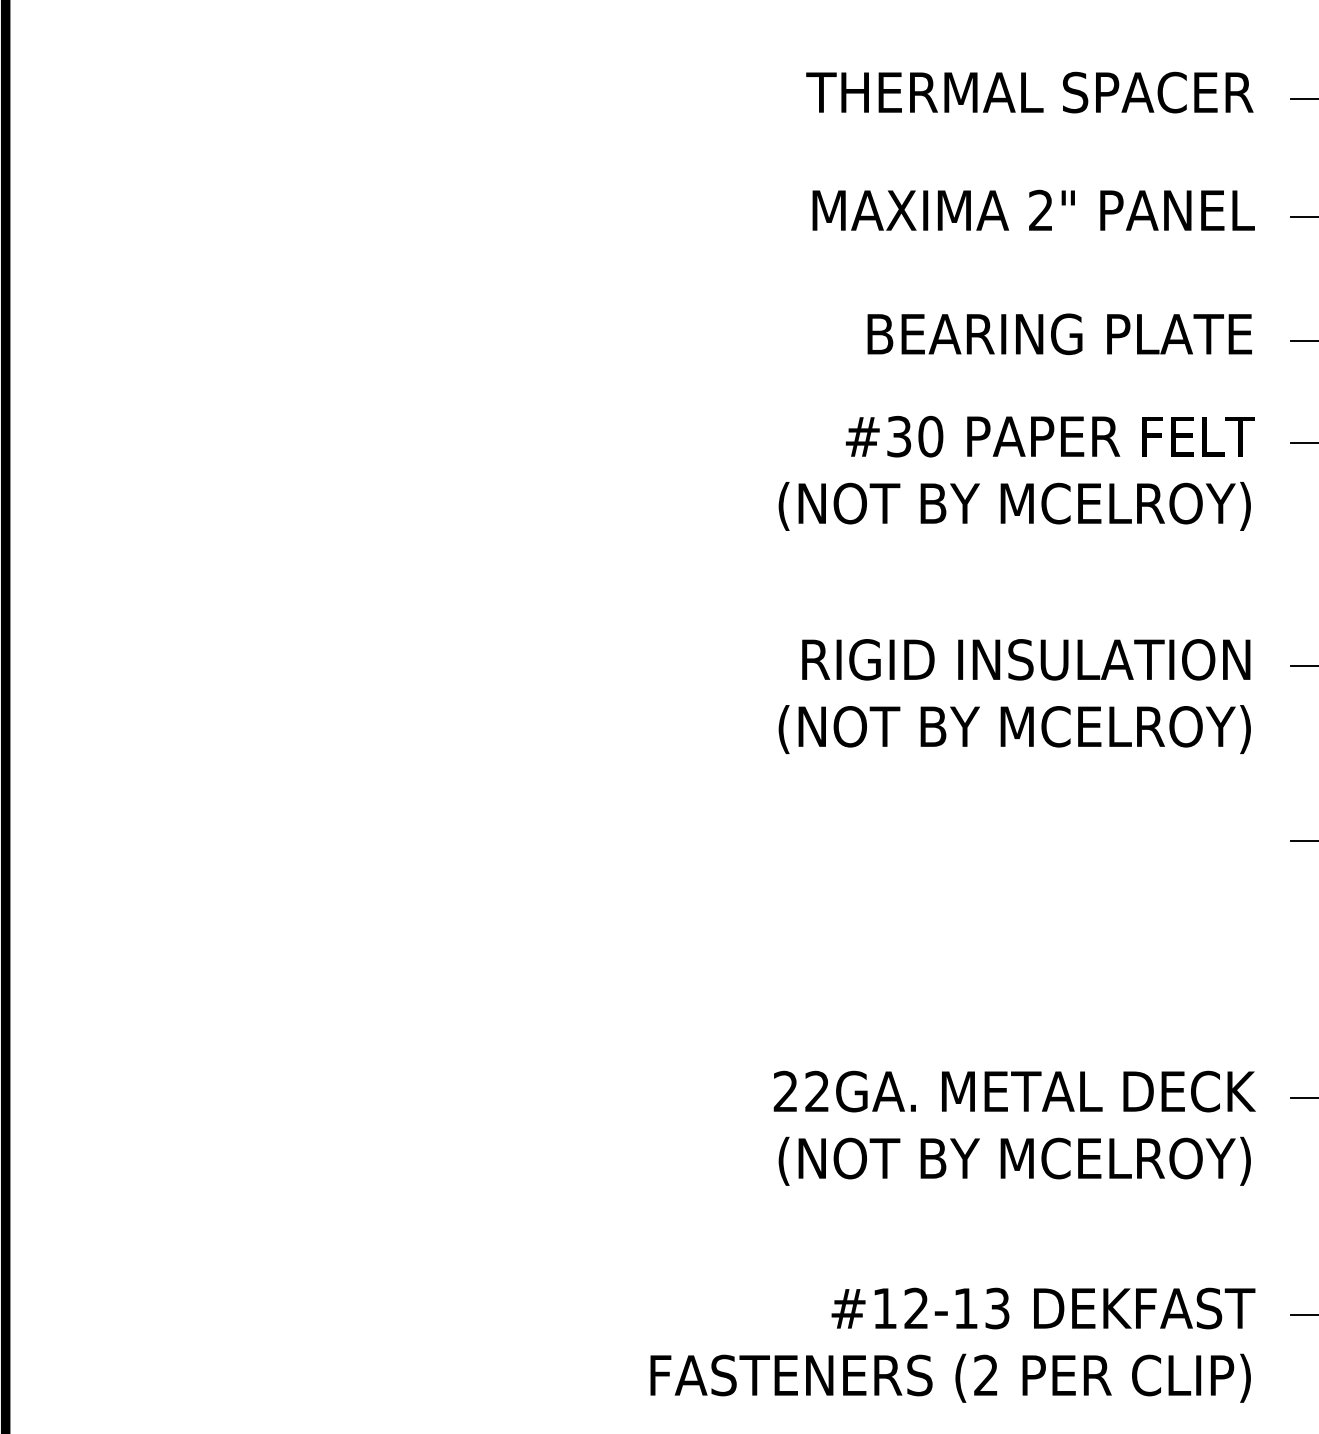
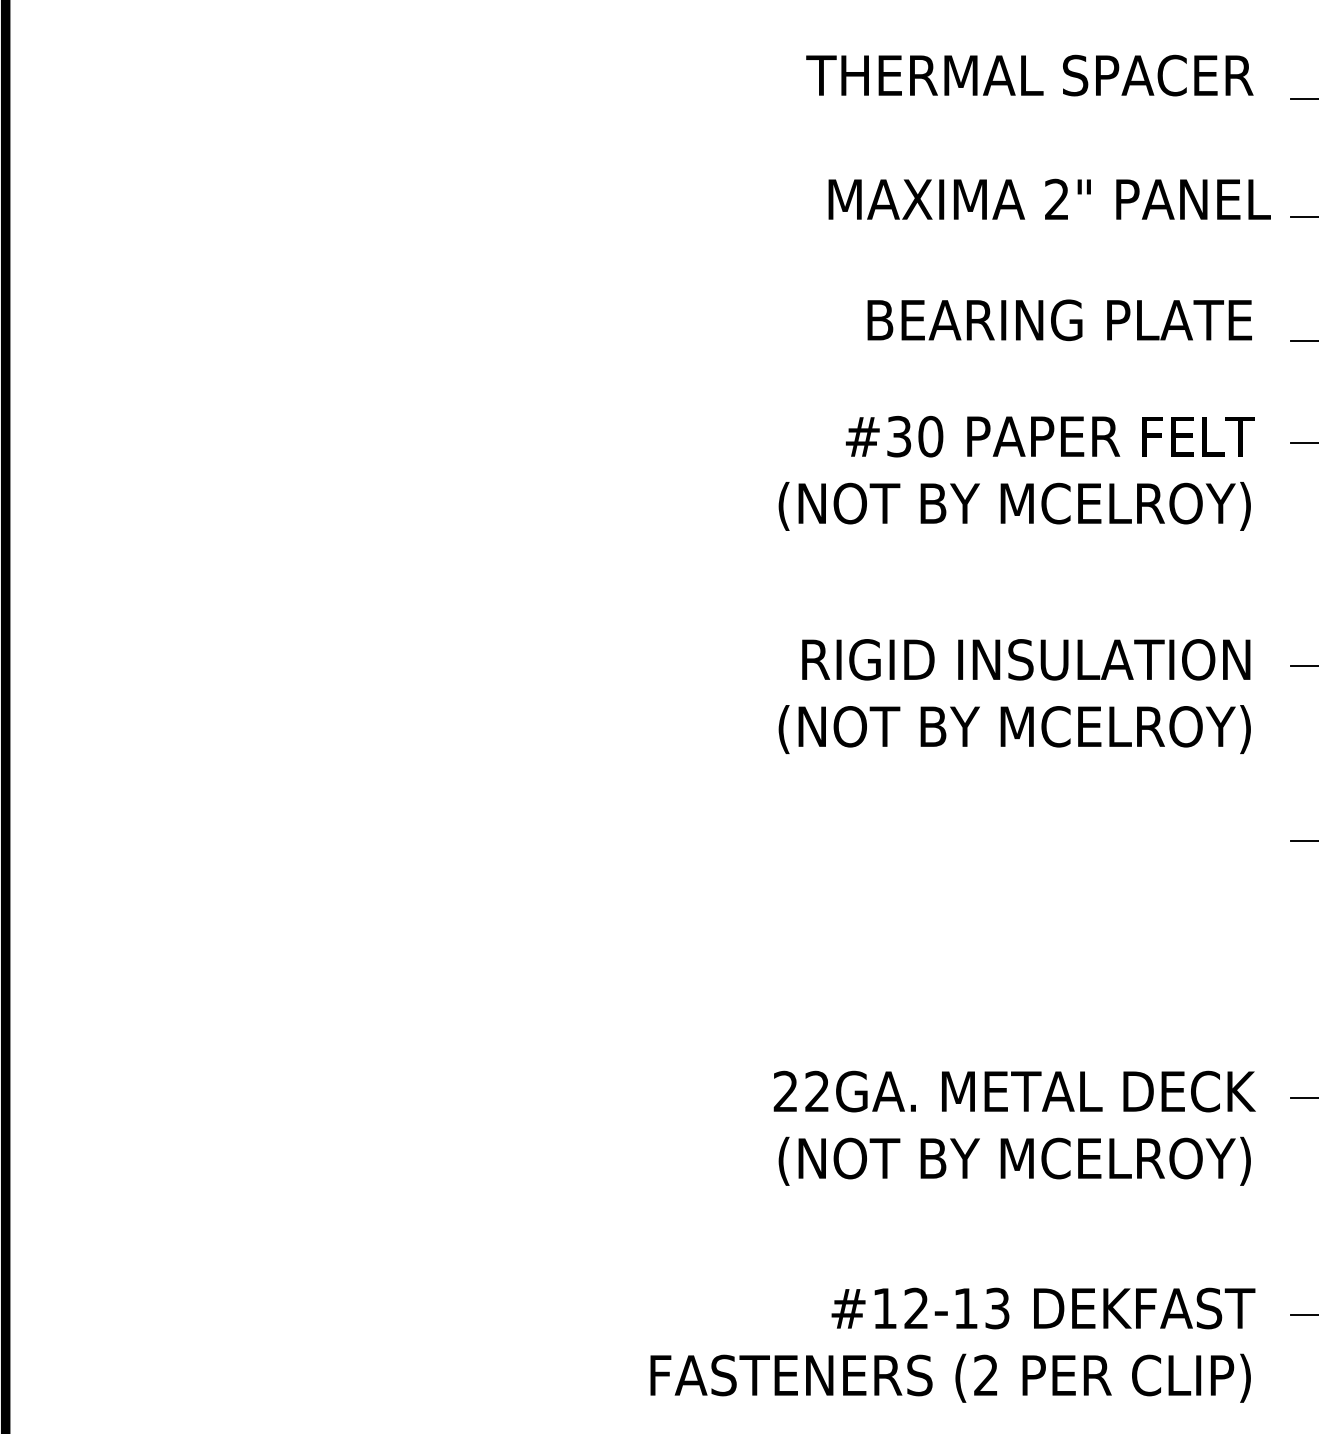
text at (1029, 92) position: (1029, 92) -> (1029, 75)
text at (1033, 209) position: (1033, 209) -> (1049, 198)
text at (1059, 334) position: (1059, 334) -> (1059, 320)
